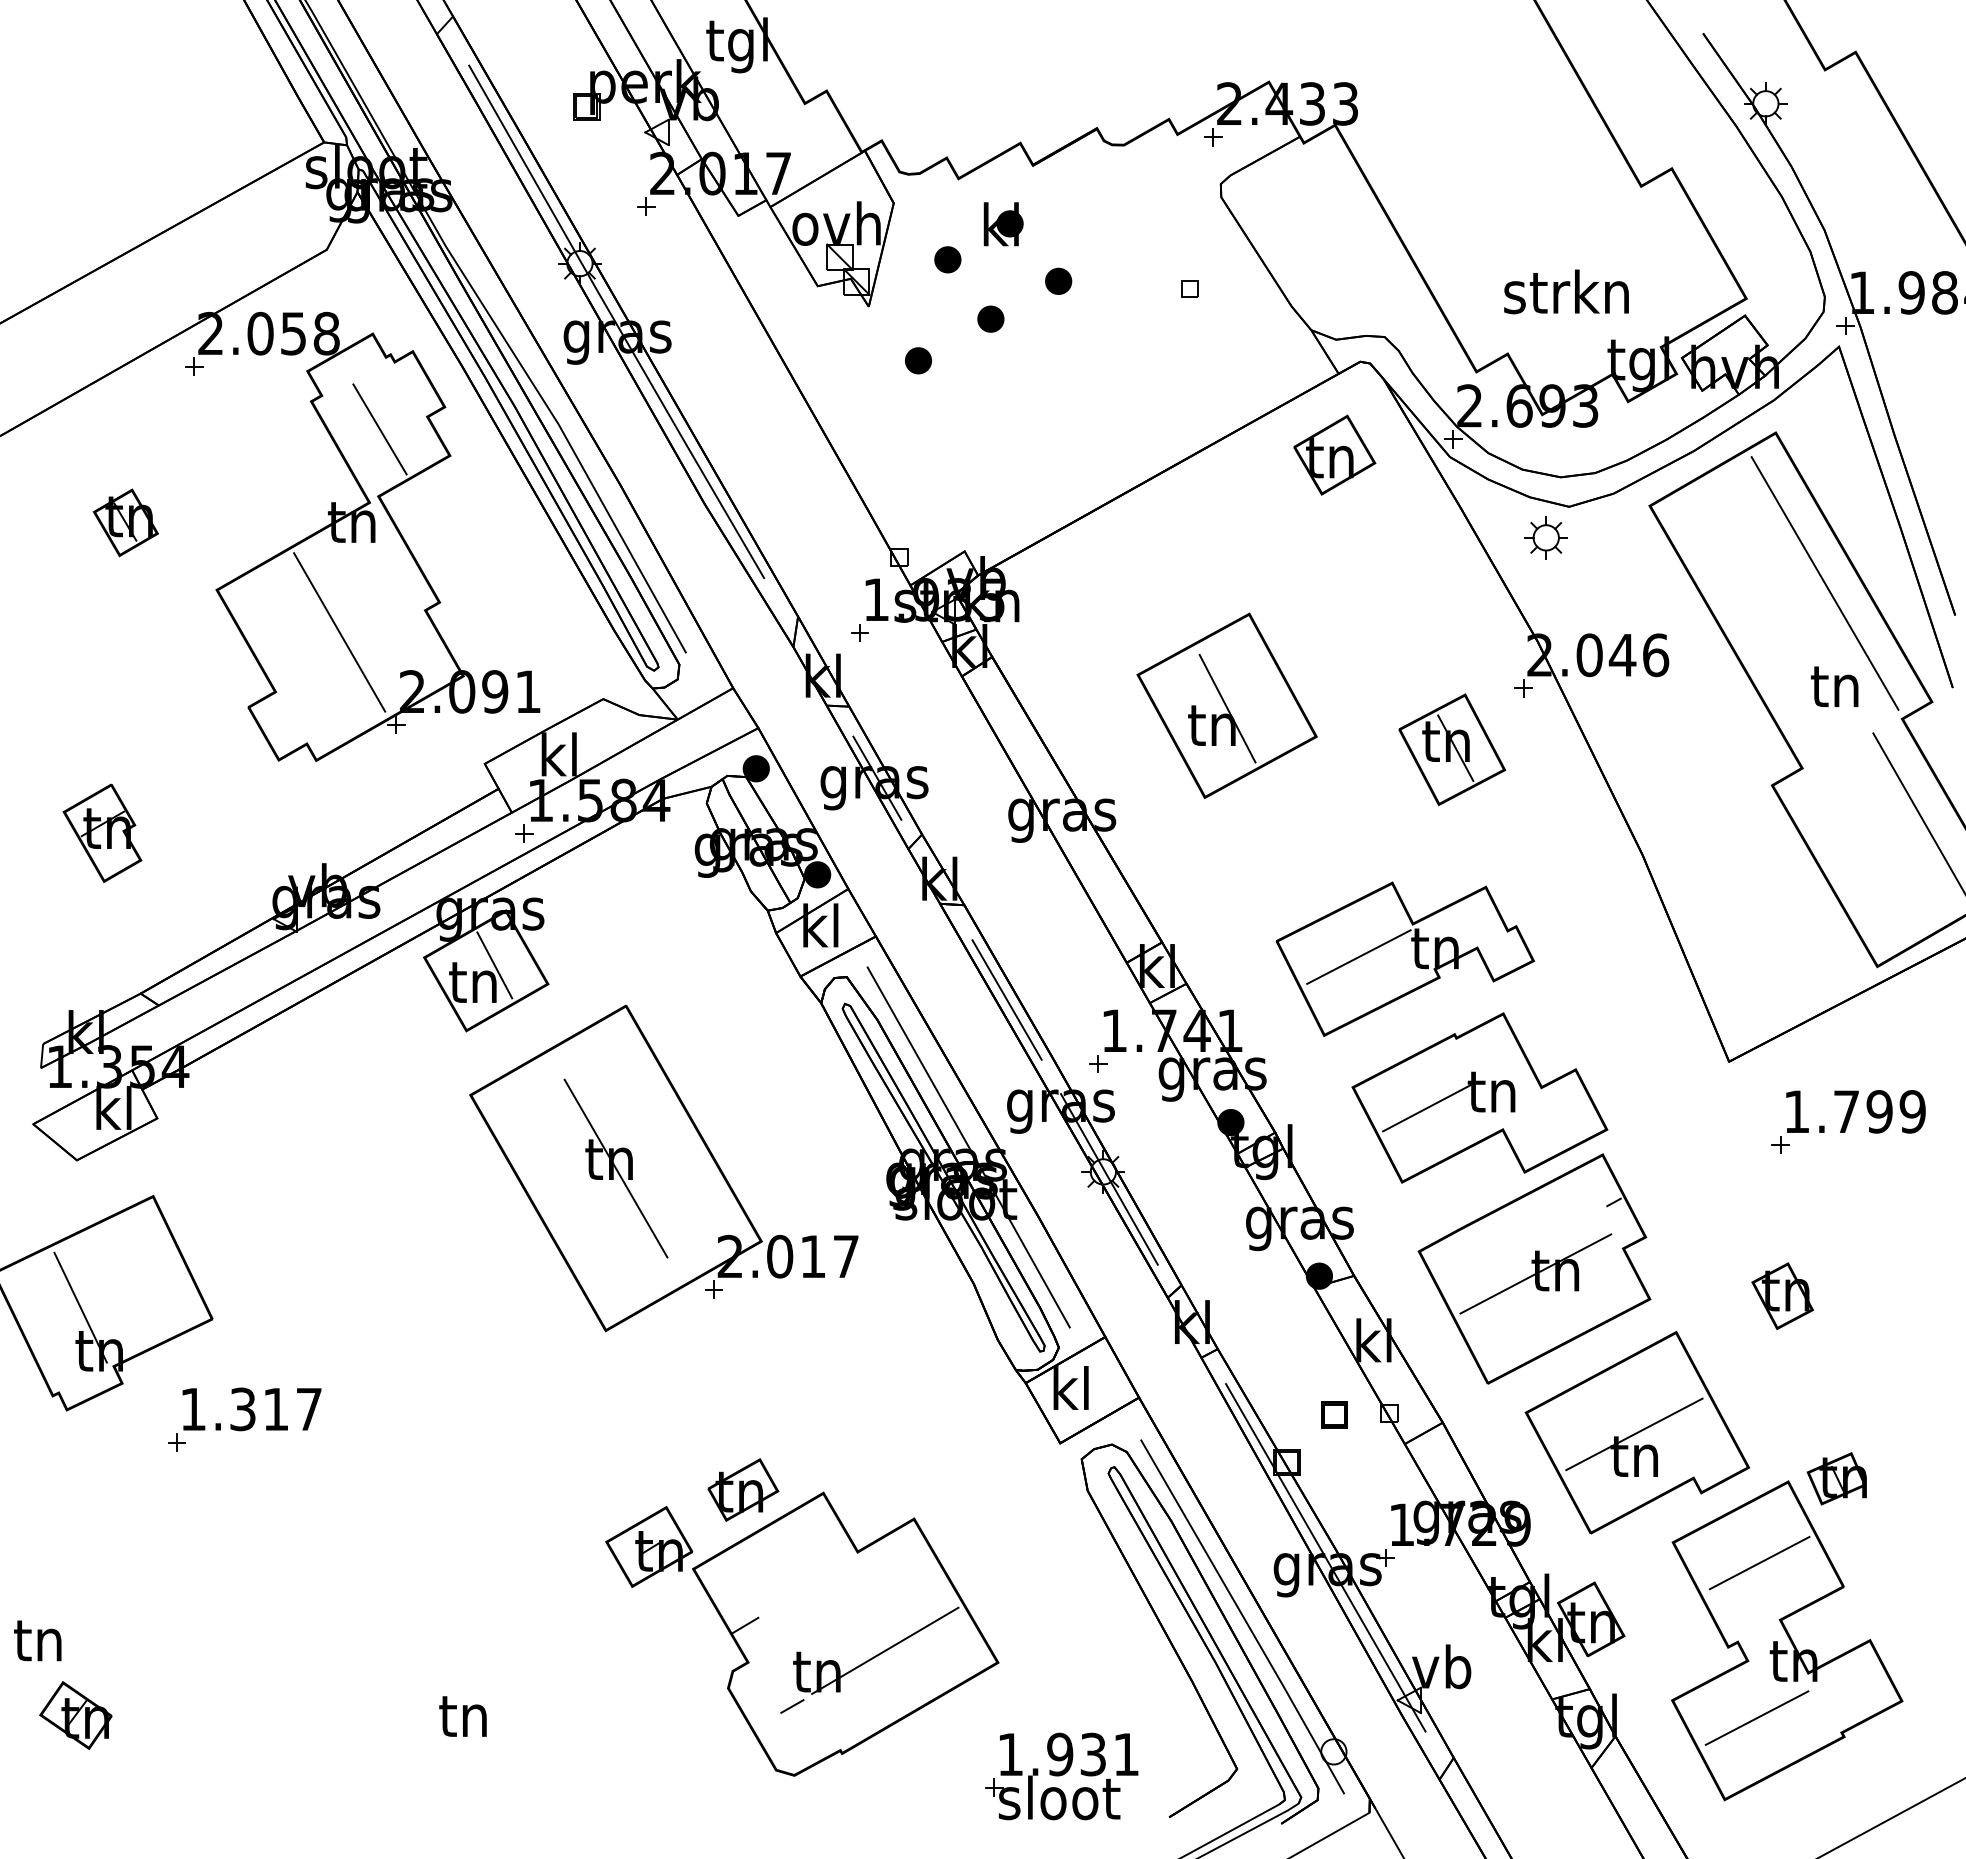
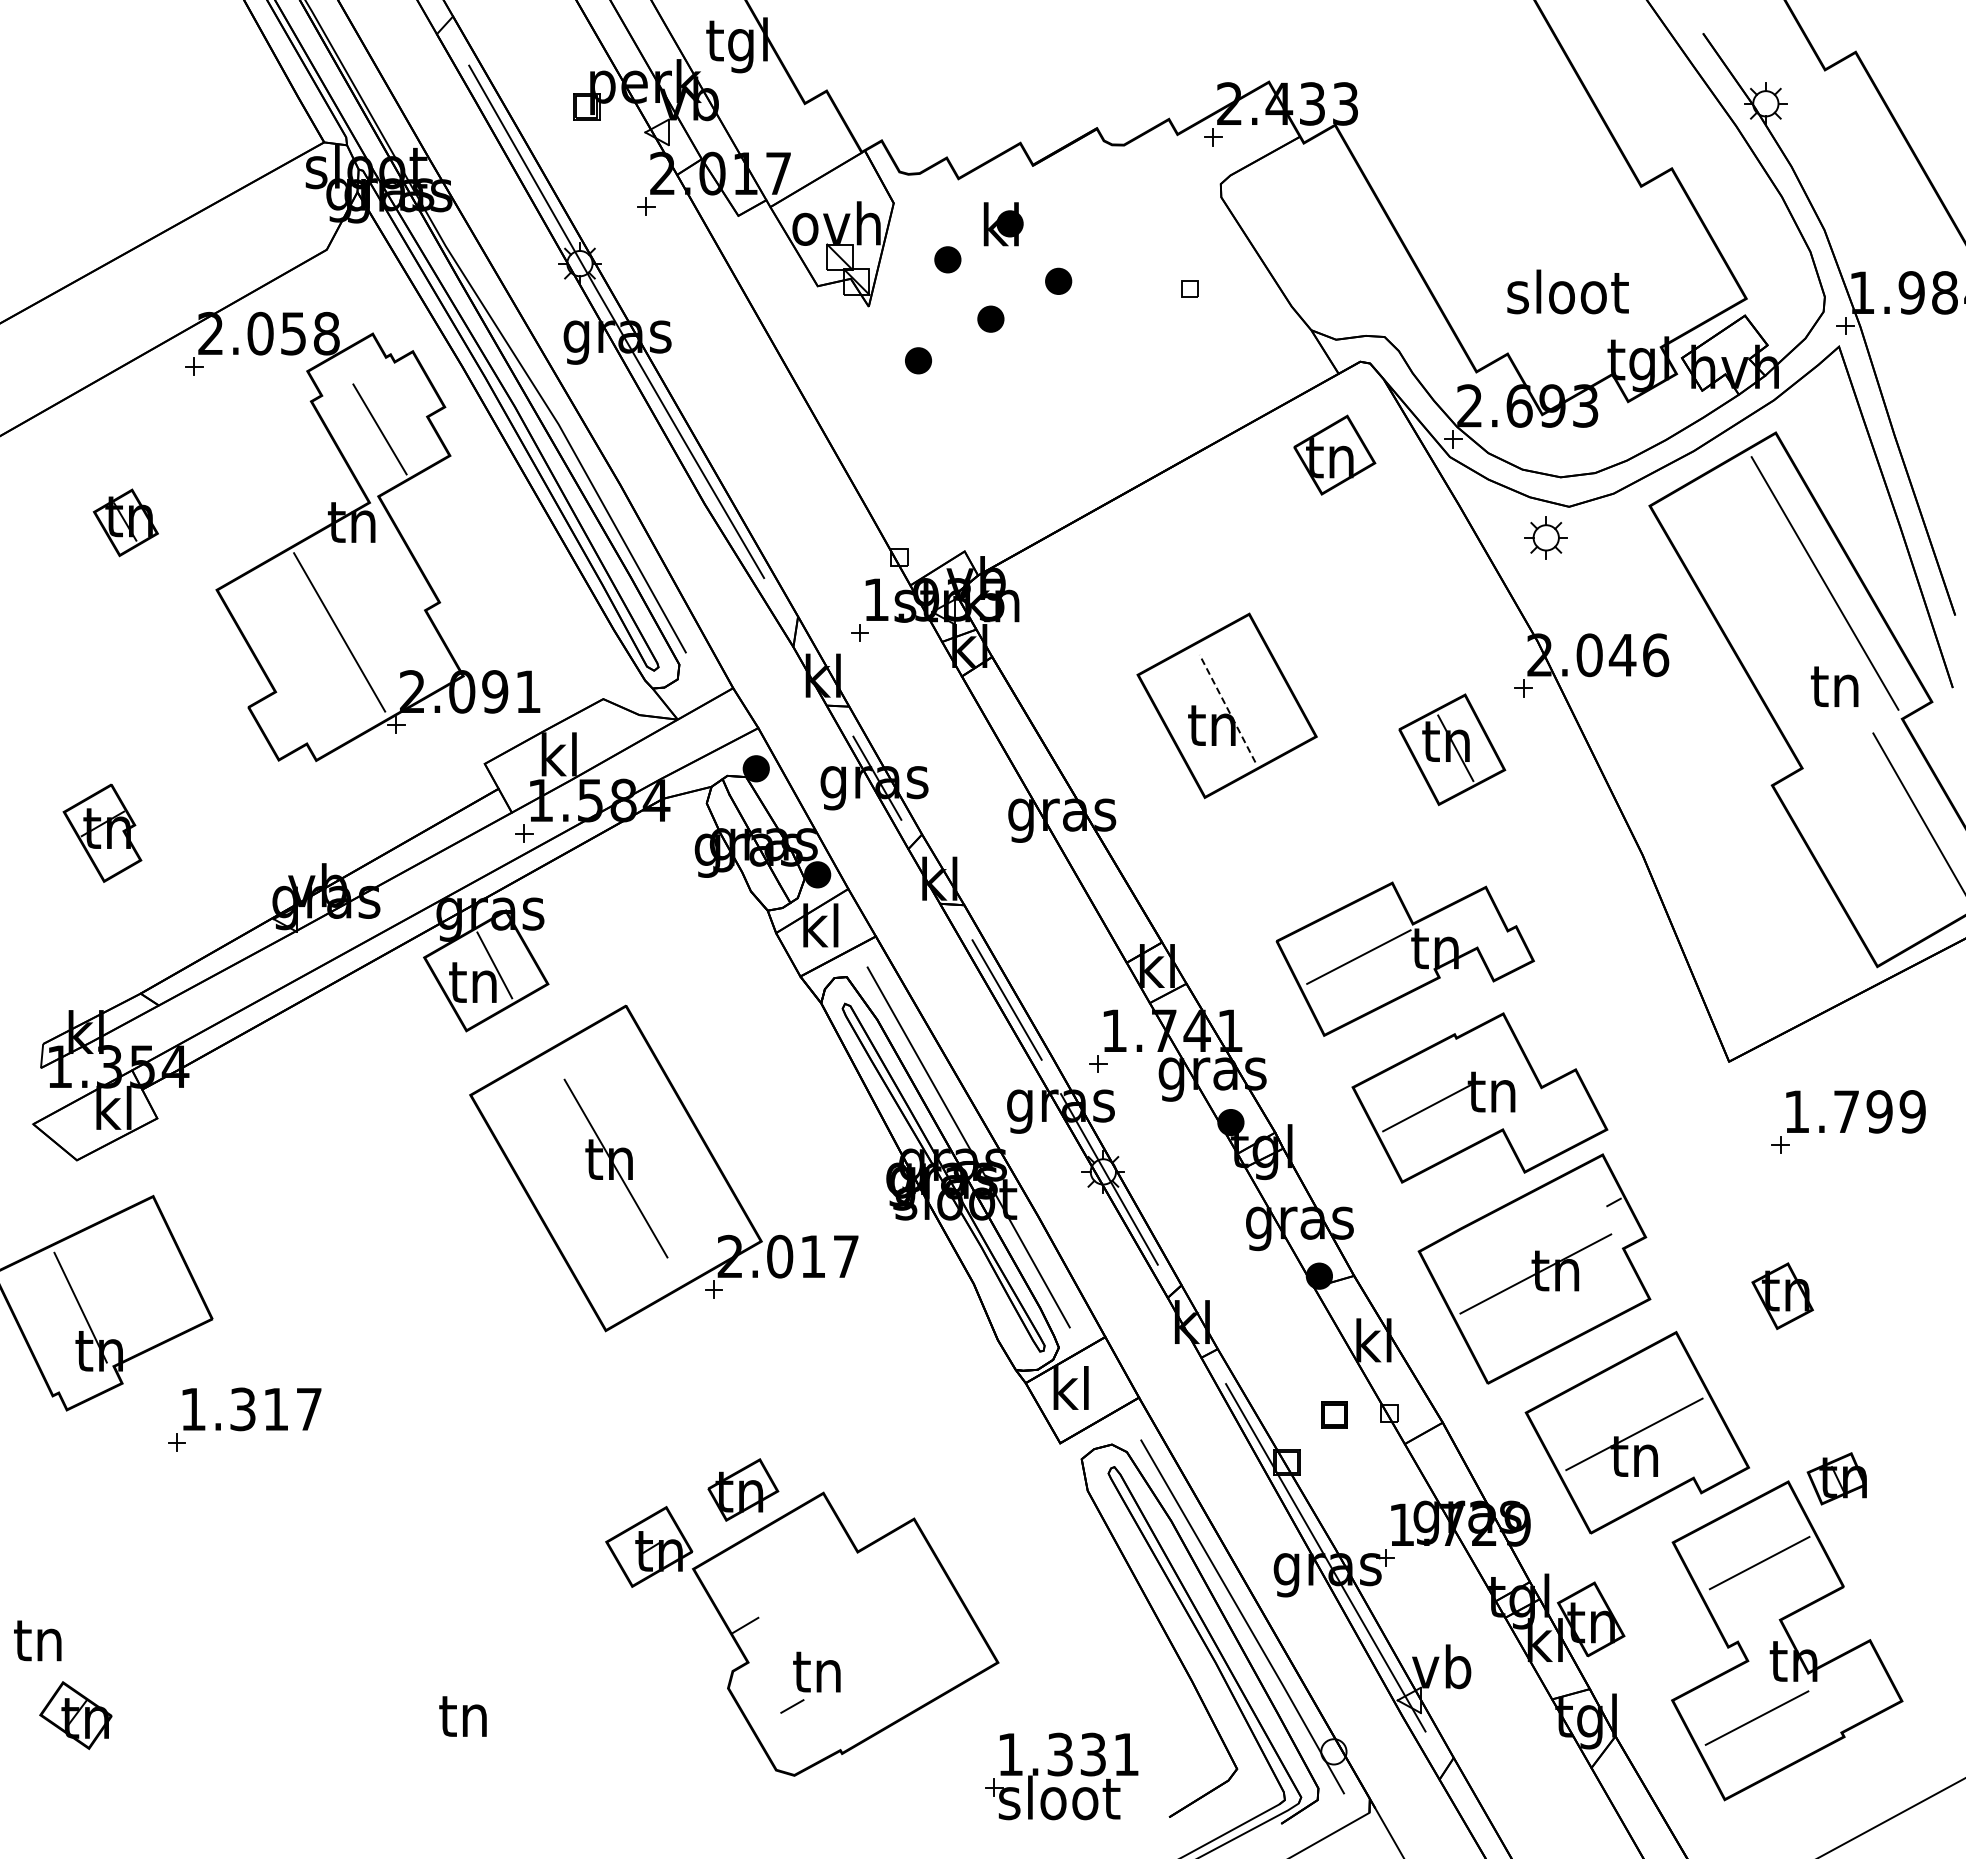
text at (1566, 291): strkn -> sloot
line at (1227, 708): solid -> dashed
line at (885, 1650): present -> none
text at (1060, 1754): 1.931 -> 1.331
